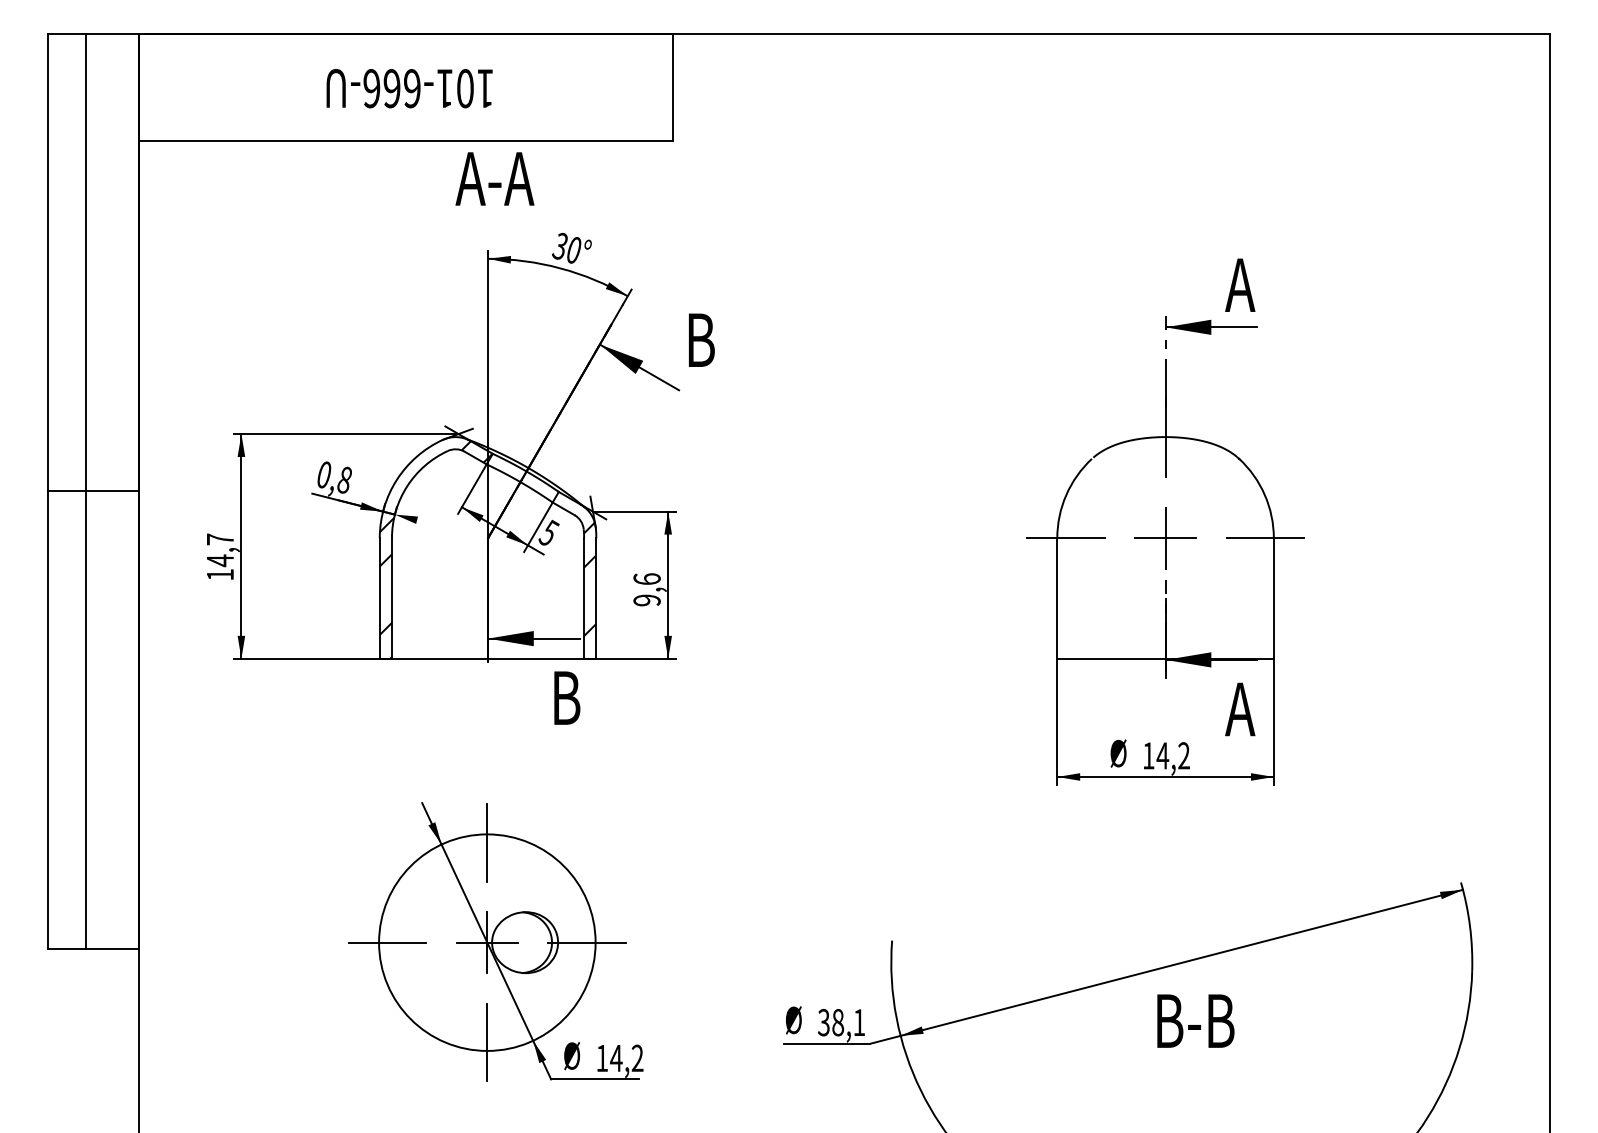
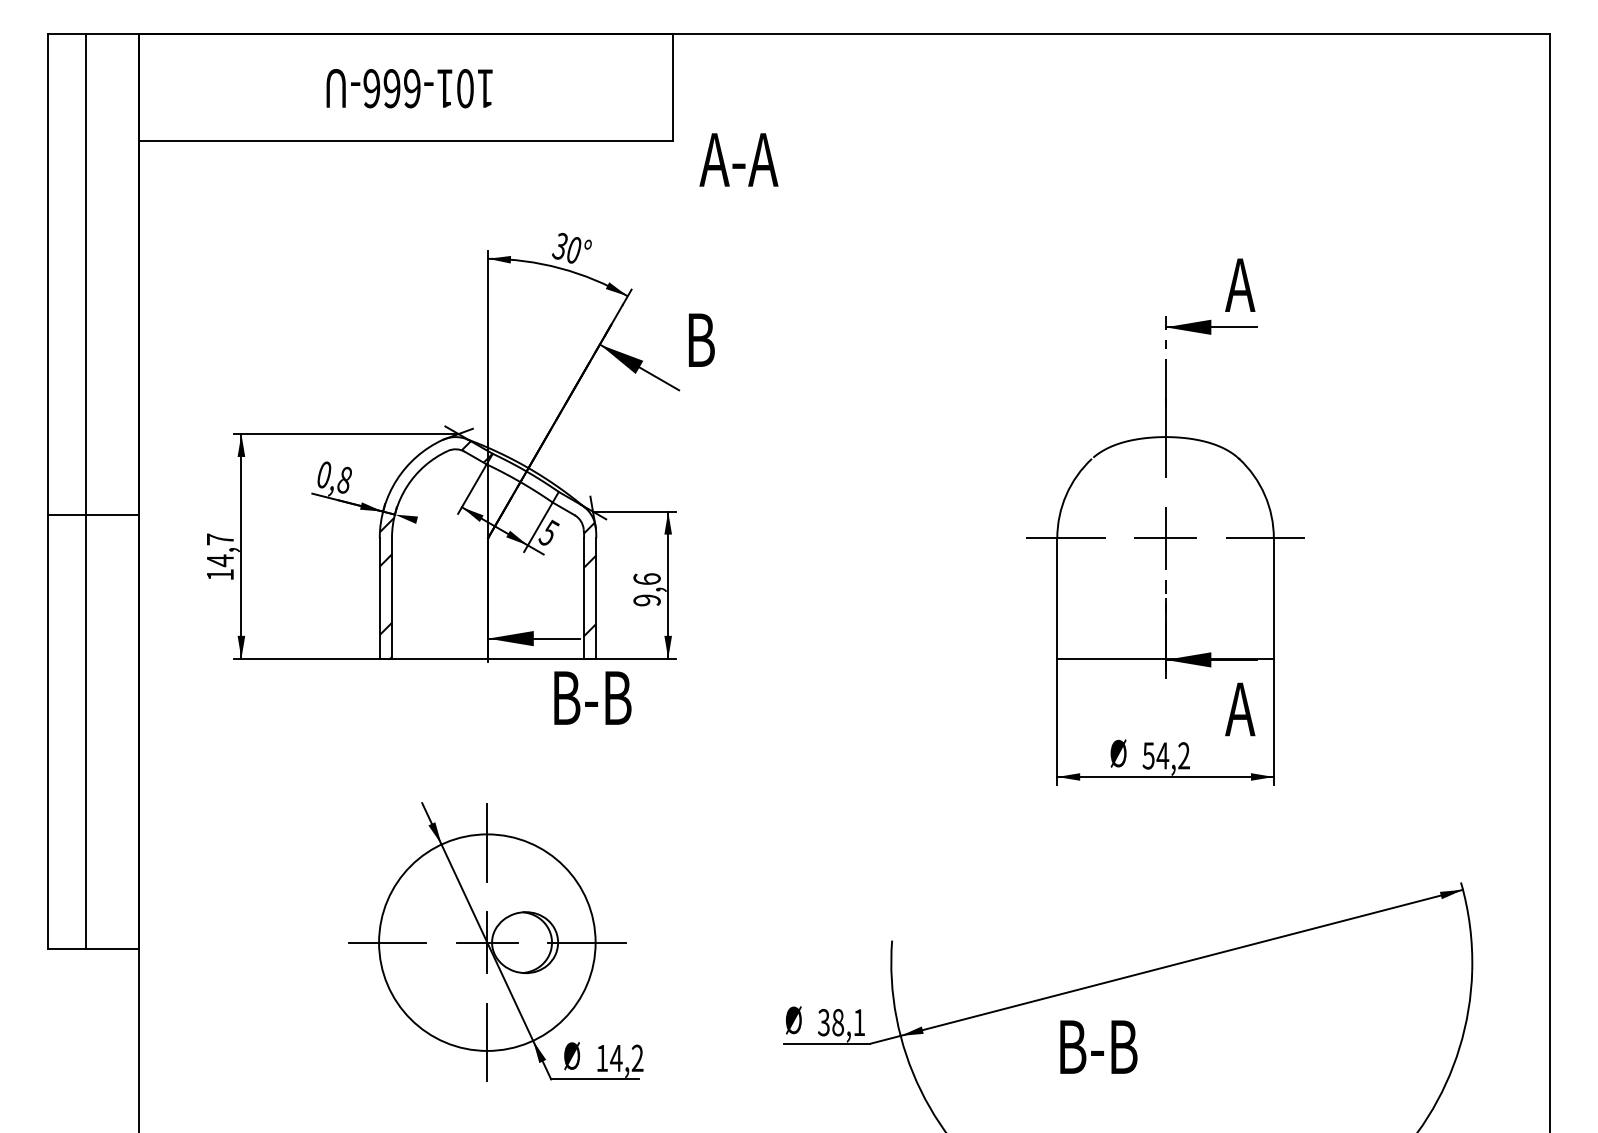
text at (494, 178) position: (494, 178) -> (738, 159)
line at (93, 491) position: (93, 491) -> (93, 515)
text at (608, 697): B -> B-B
text at (1148, 755): 14,2 -> 54,2
text at (1195, 1020) position: (1195, 1020) -> (1098, 1046)
